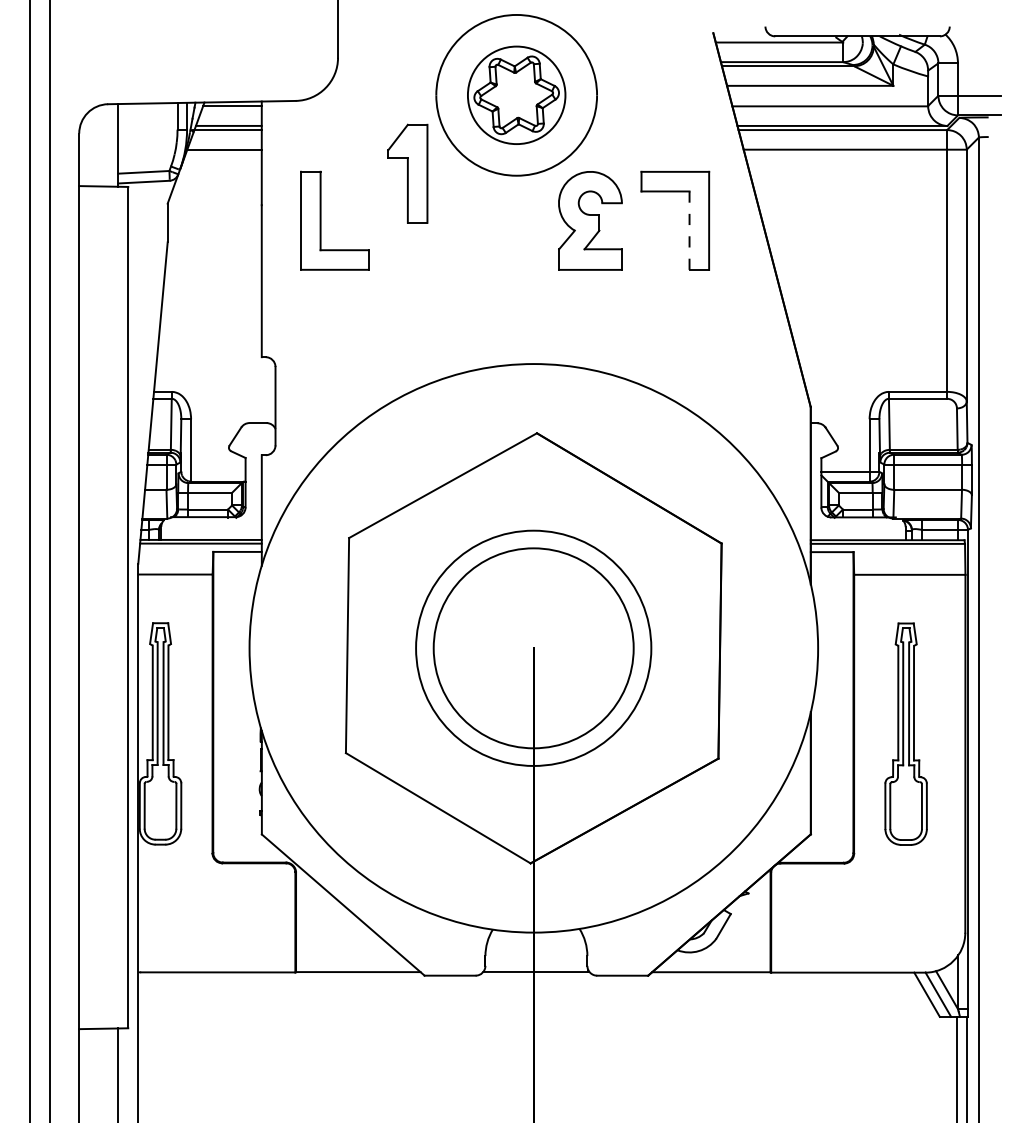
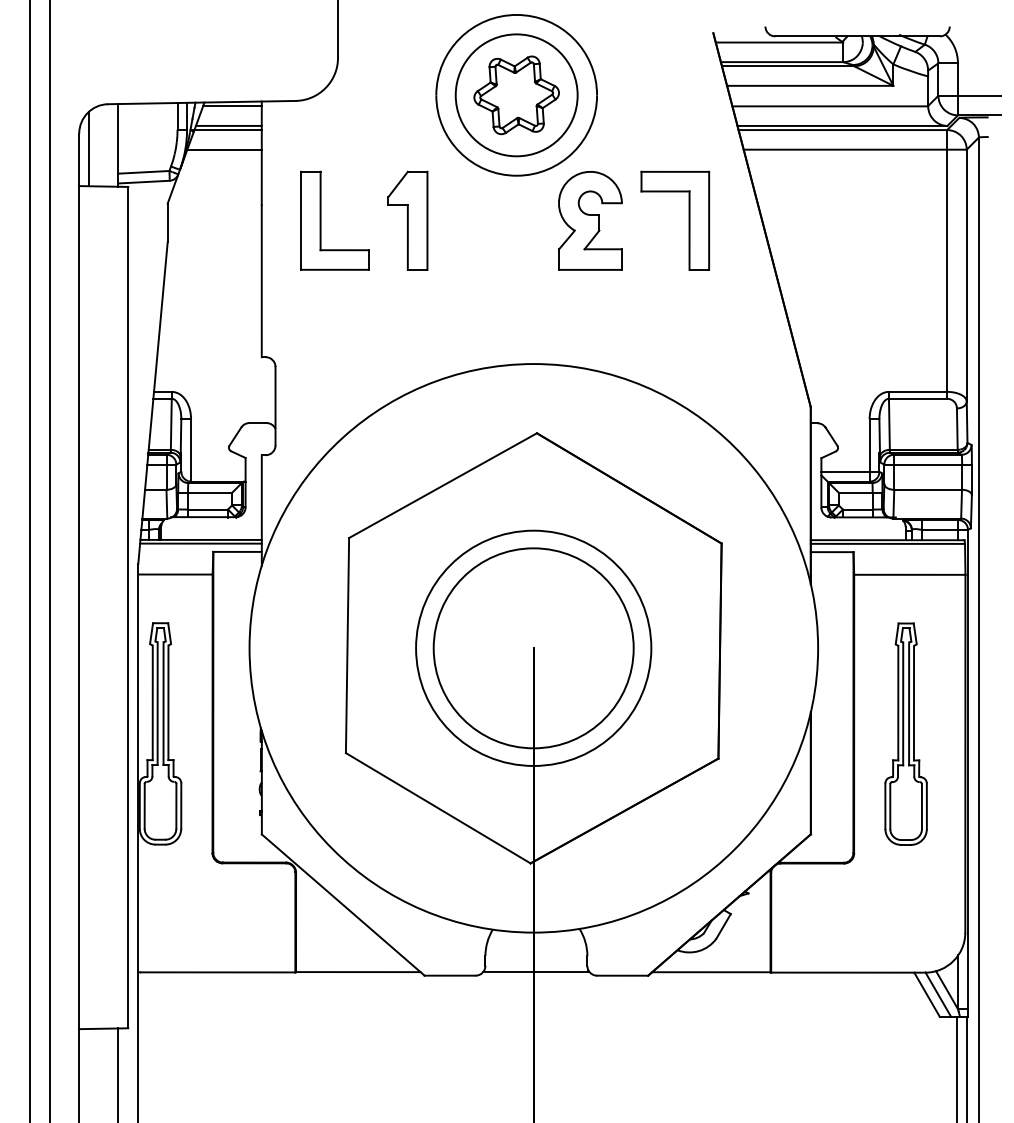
circle at (516, 95) diameter: 98 px -> 122 px
line at (88, 149): none -> present
part at (407, 173) position: (407, 173) -> (407, 220)
line at (689, 230): dashed -> solid
